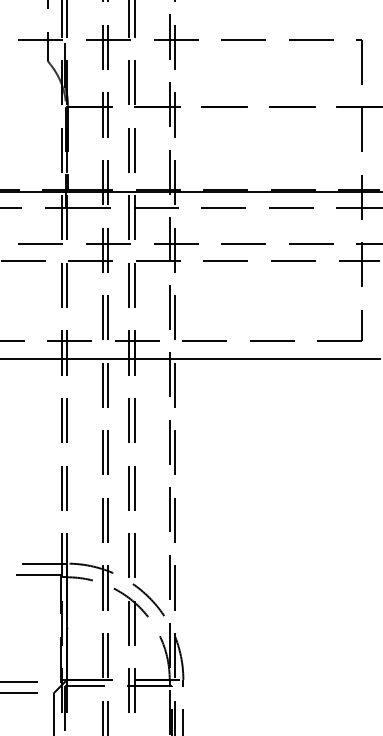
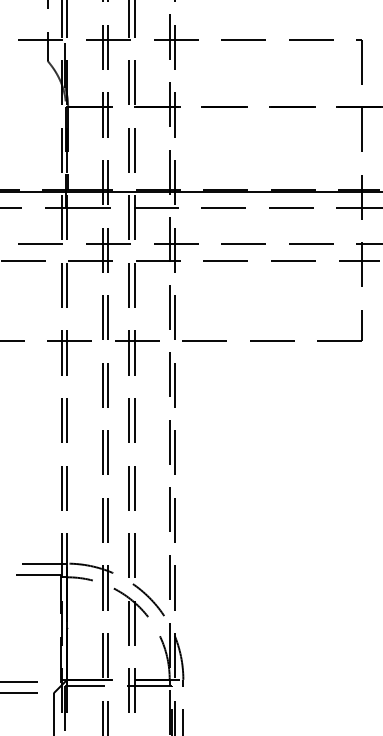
line at (190, 358): present -> none
